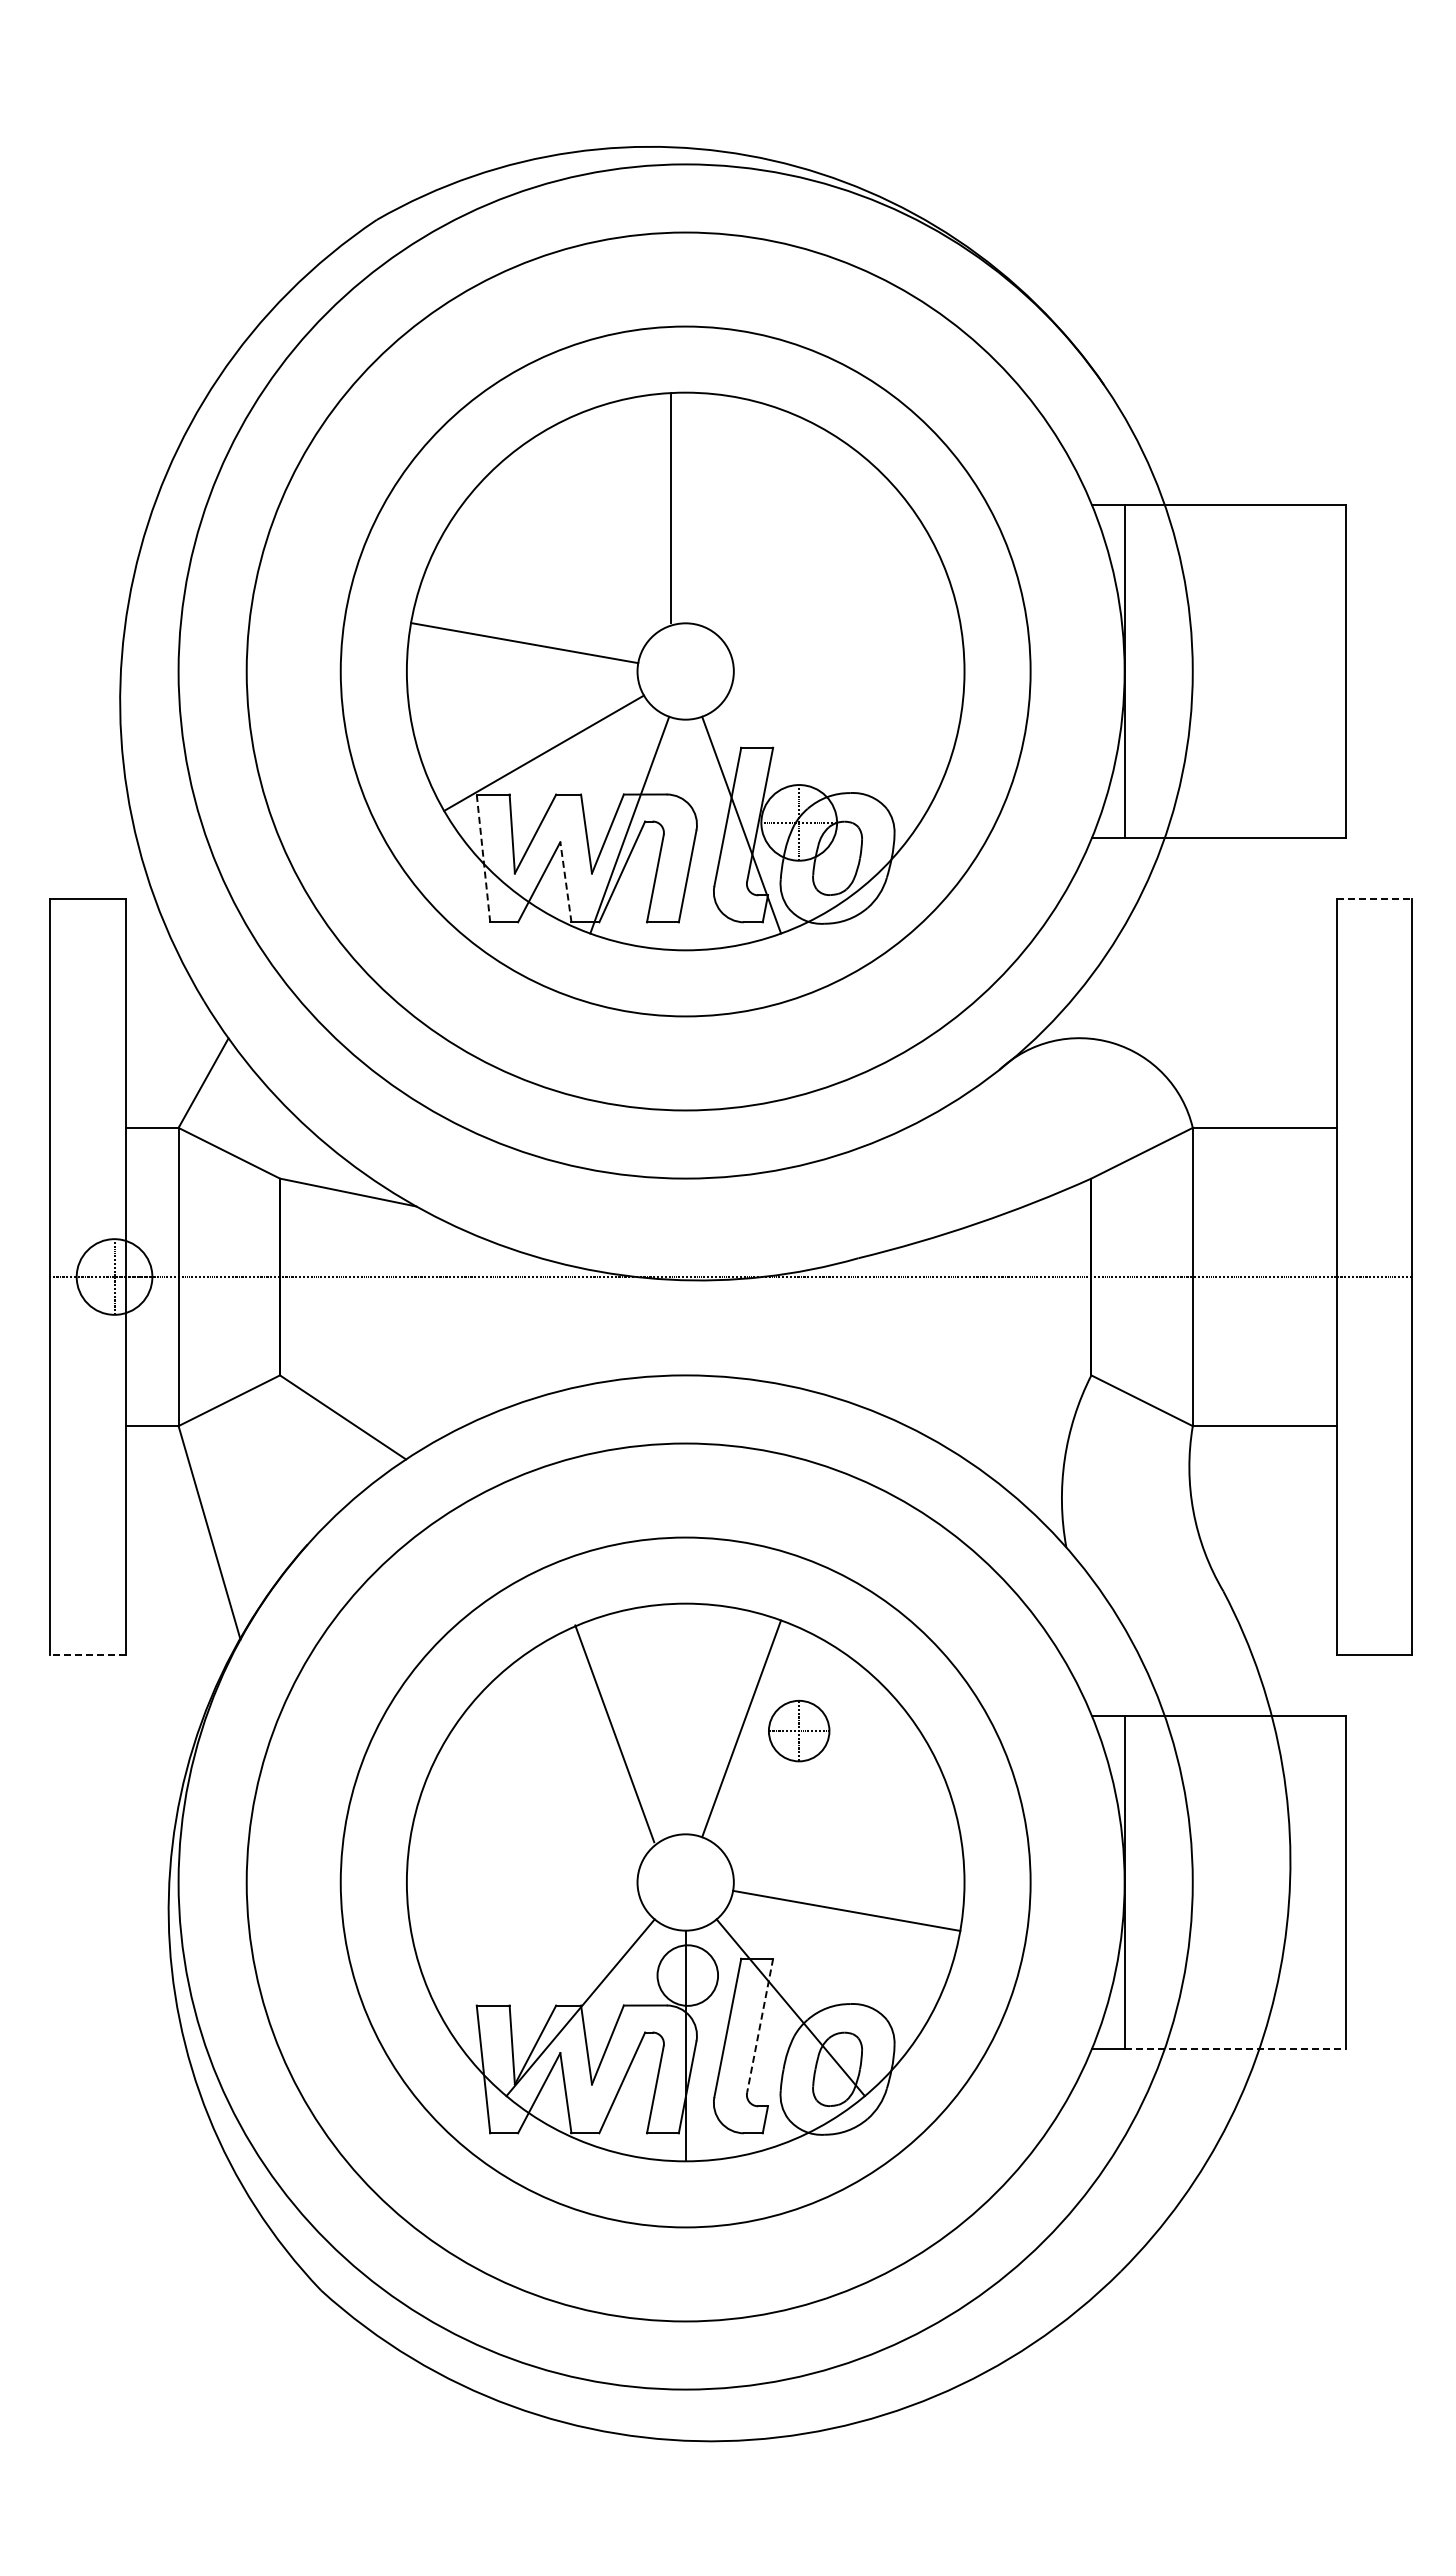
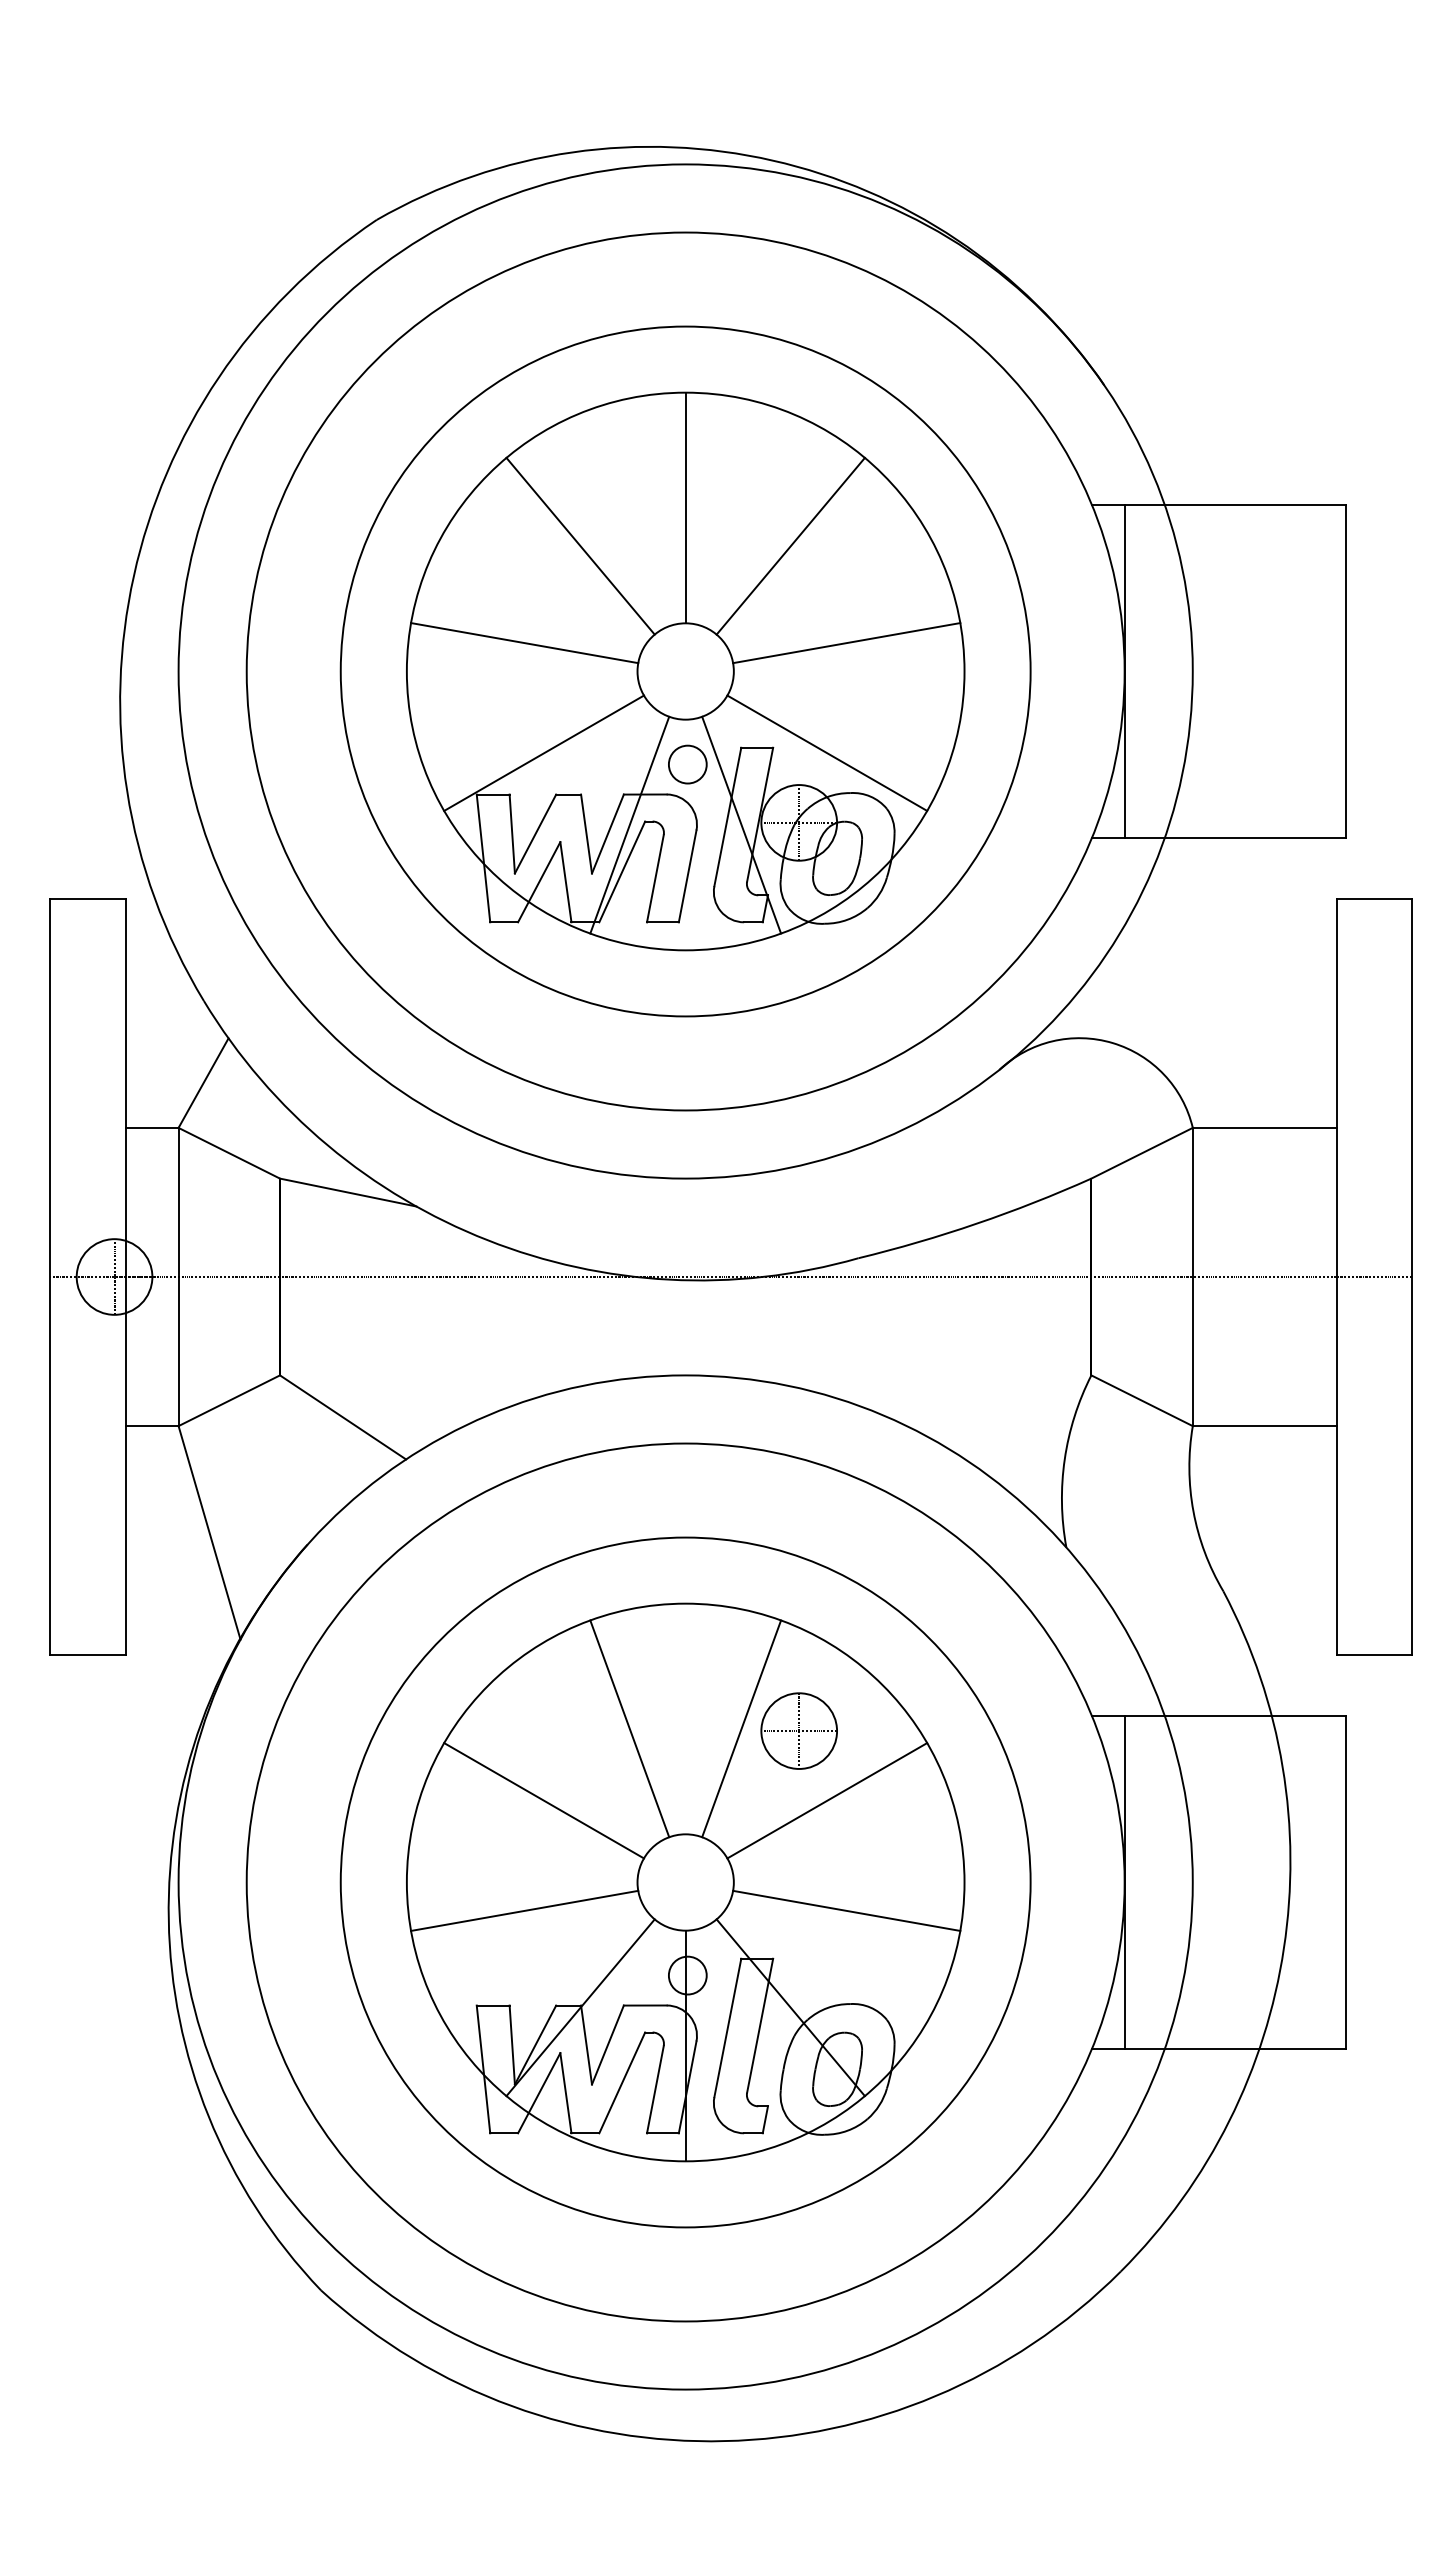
line at (670, 507) position: (670, 507) -> (685, 507)
line at (580, 545): none -> present
line at (790, 545): none -> present
line at (846, 643): none -> present
line at (827, 752): none -> present
circle at (687, 764): none -> present
line at (483, 857): dashed -> solid
line at (565, 881): dashed -> solid
line at (1374, 898): dashed -> solid
line at (87, 1655): dashed -> solid
part at (799, 1730) size: 63x64 px -> 78x78 px
line at (614, 1733) position: (614, 1733) -> (629, 1728)
line at (543, 1800): none -> present
line at (827, 1800): none -> present
line at (524, 1910): none -> present
circle at (687, 1975) diameter: 61 px -> 38 px
line at (760, 2026): dashed -> solid
line at (1235, 2048): dashed -> solid
